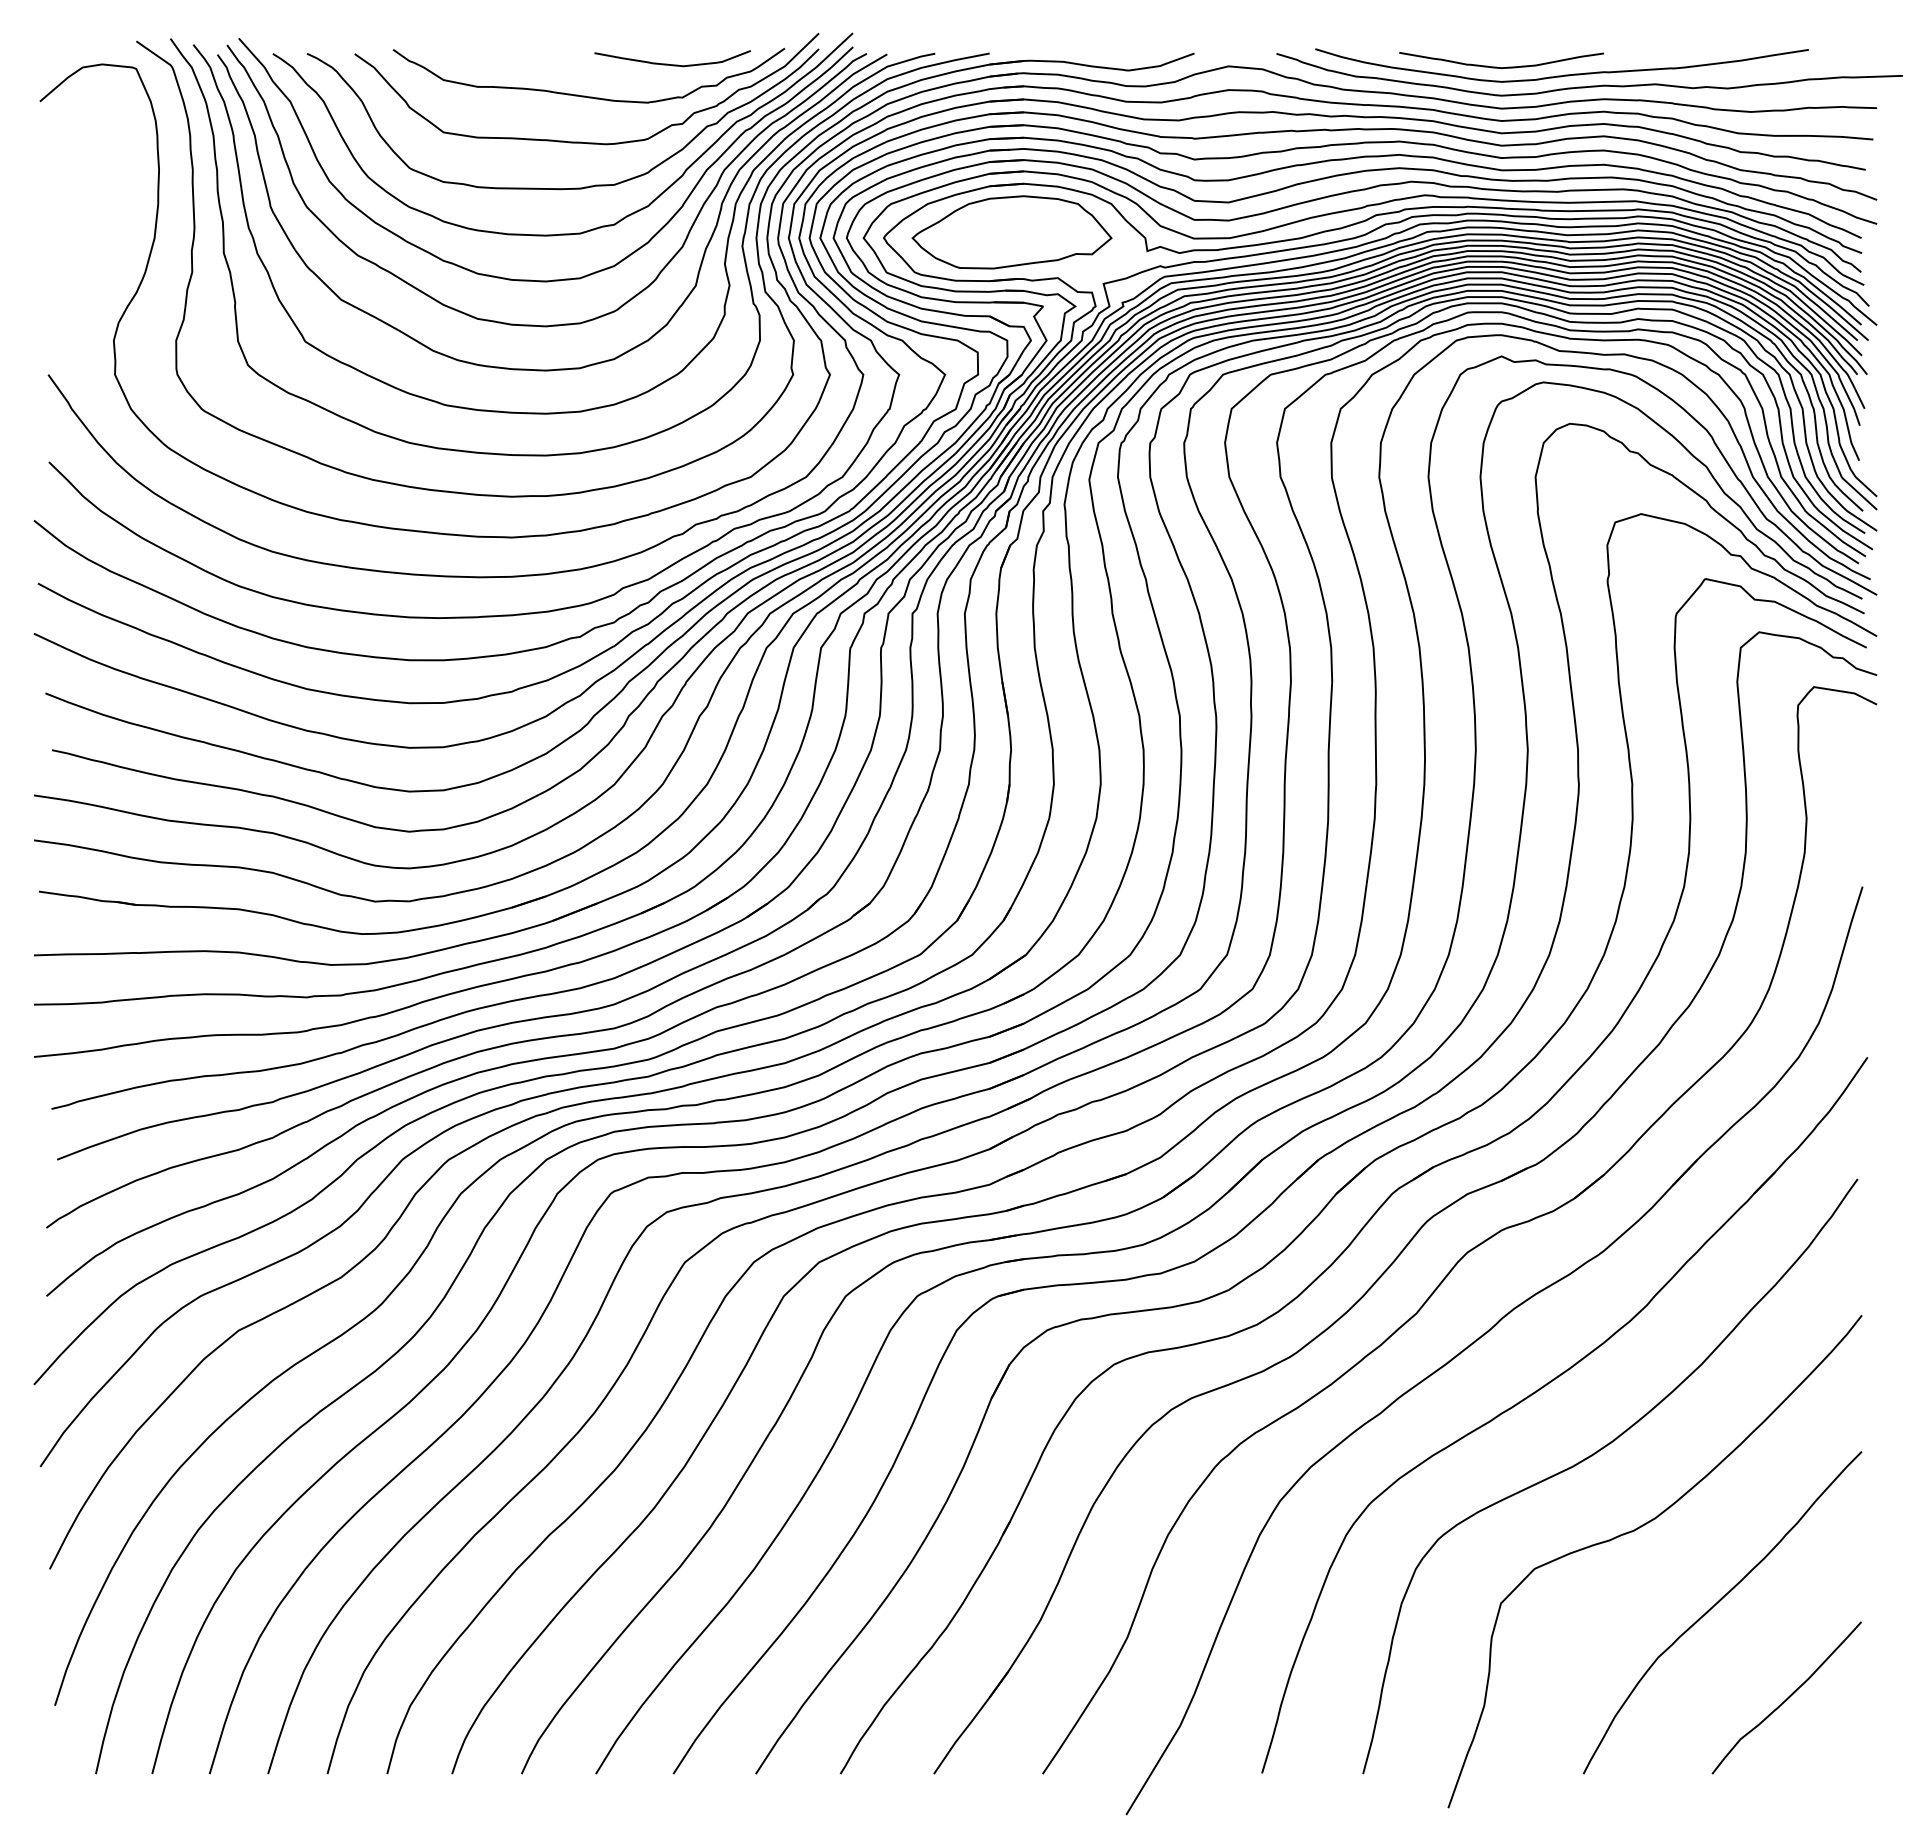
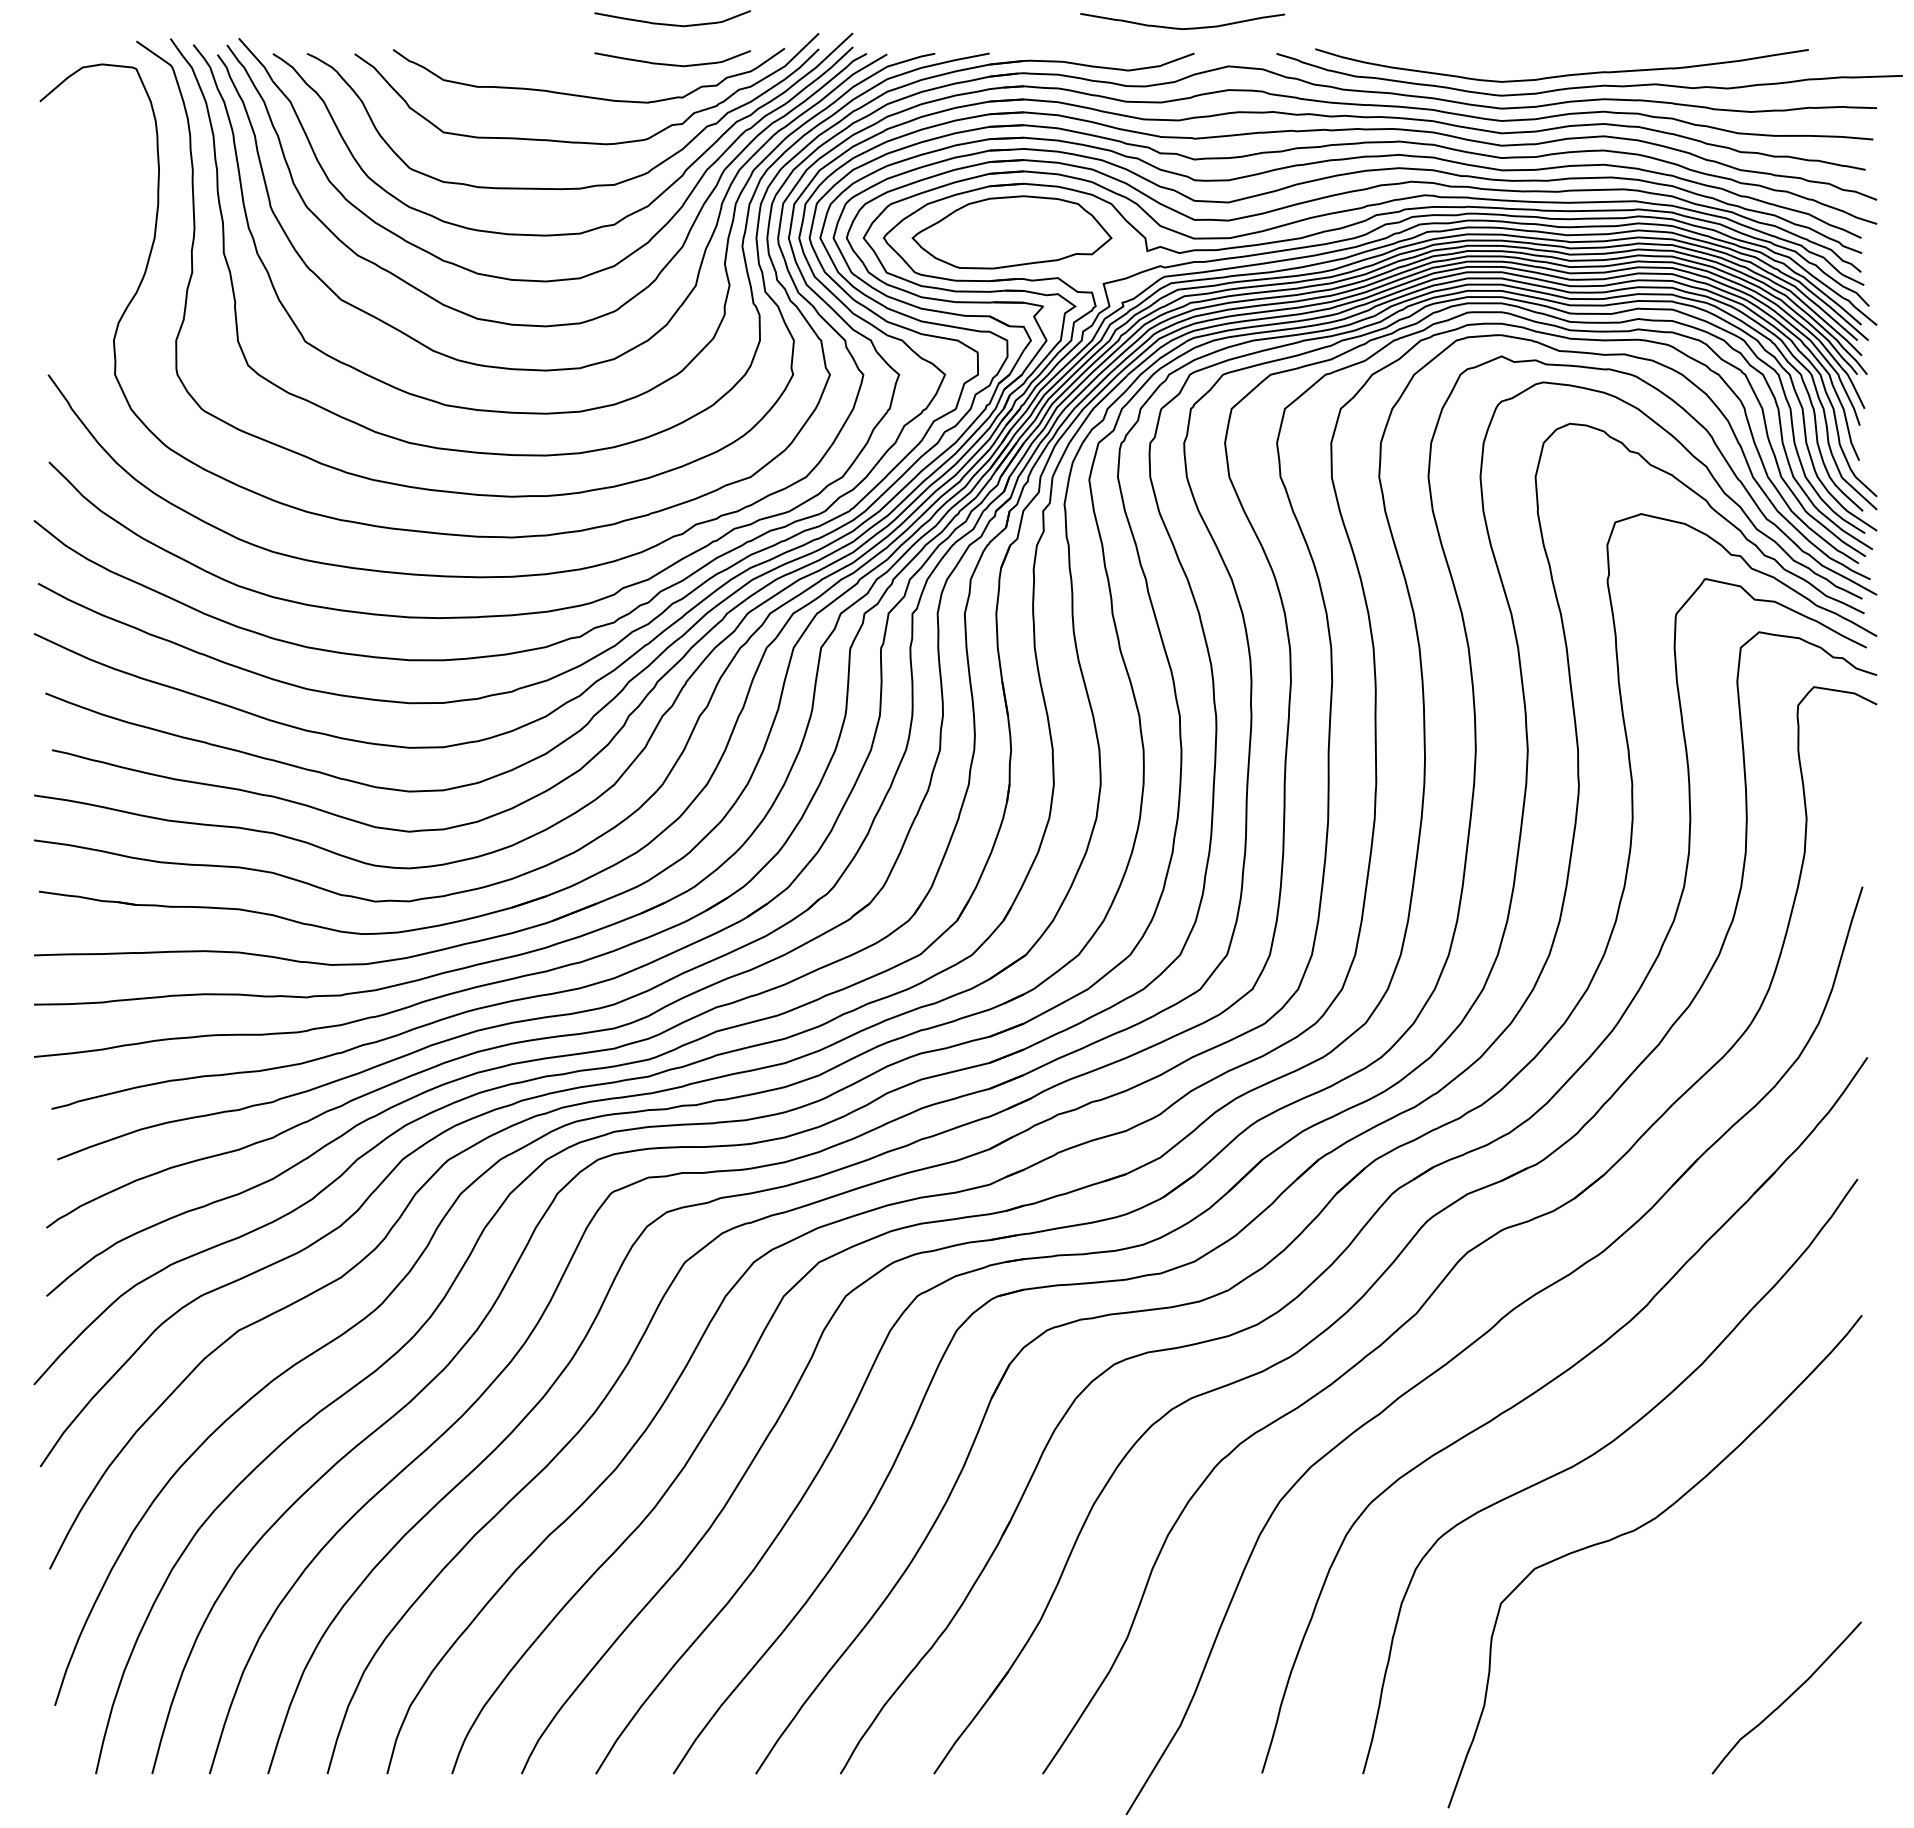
curve at (672, 24): none -> present
curve at (1501, 67) position: (1501, 67) -> (1182, 28)
curve at (1717, 1604): present -> none
